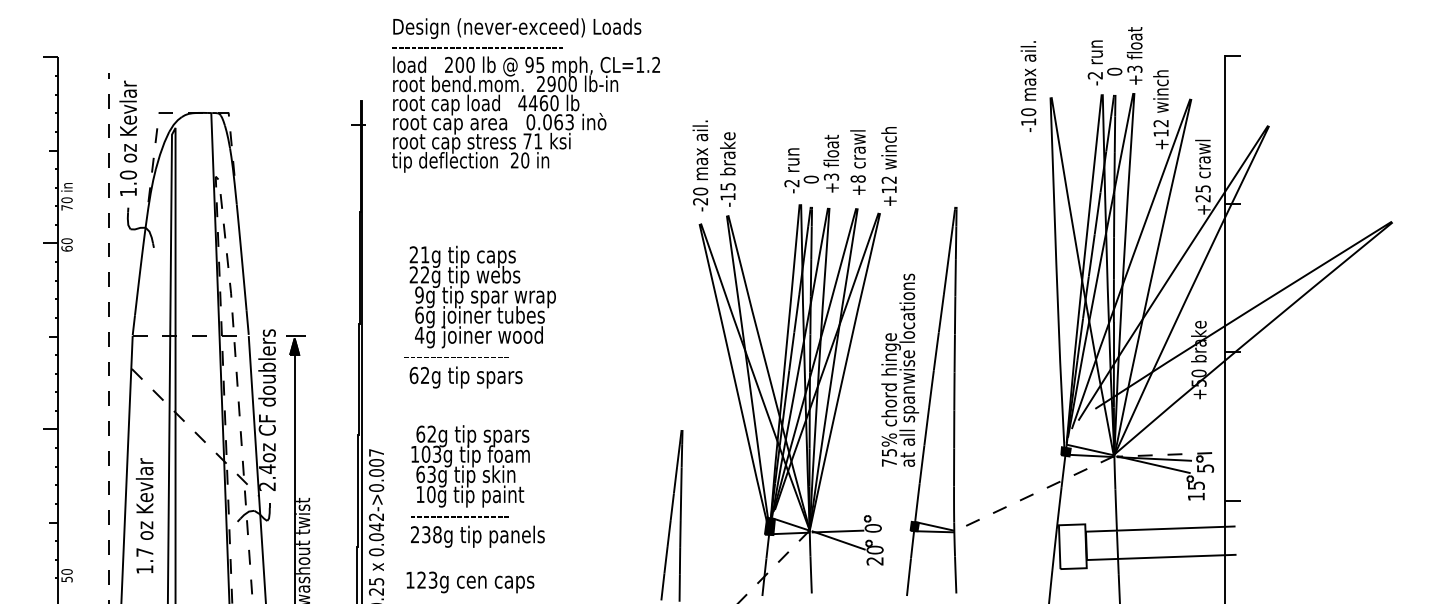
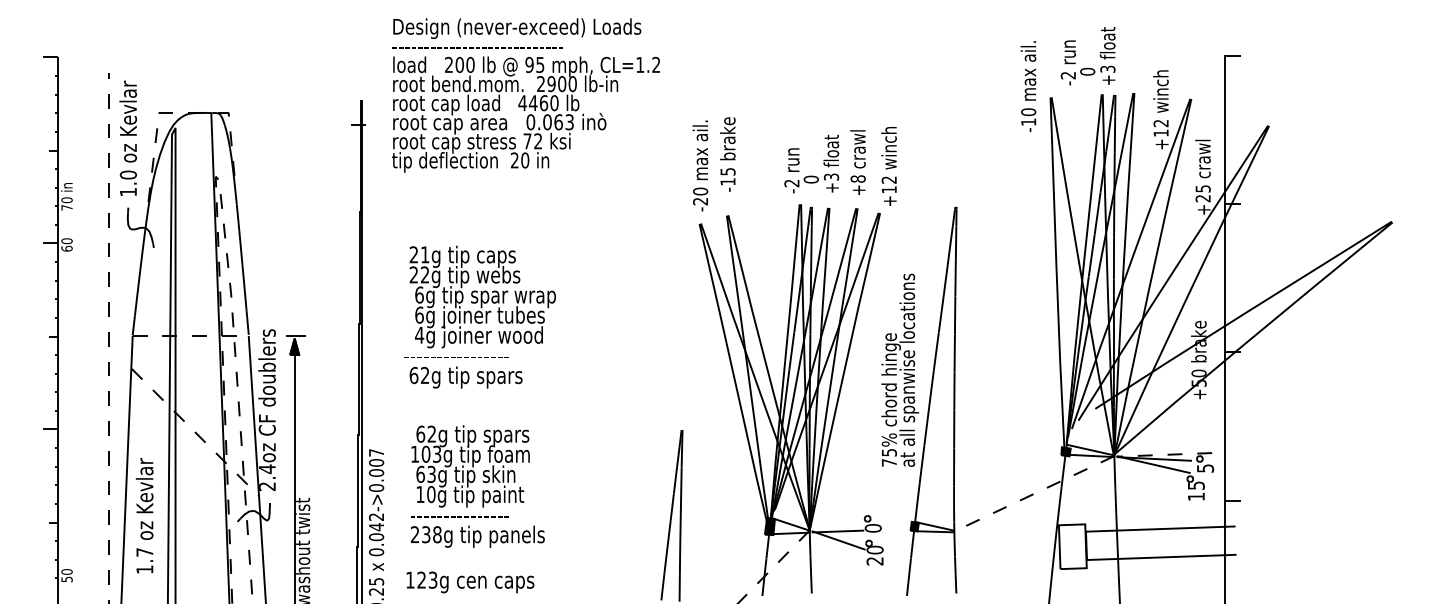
text at (1114, 56) position: (1114, 56) -> (1087, 56)
text at (538, 141): 71 -> 72
text at (727, 169) position: (727, 169) -> (727, 154)
text at (419, 294): 9g -> 6g
